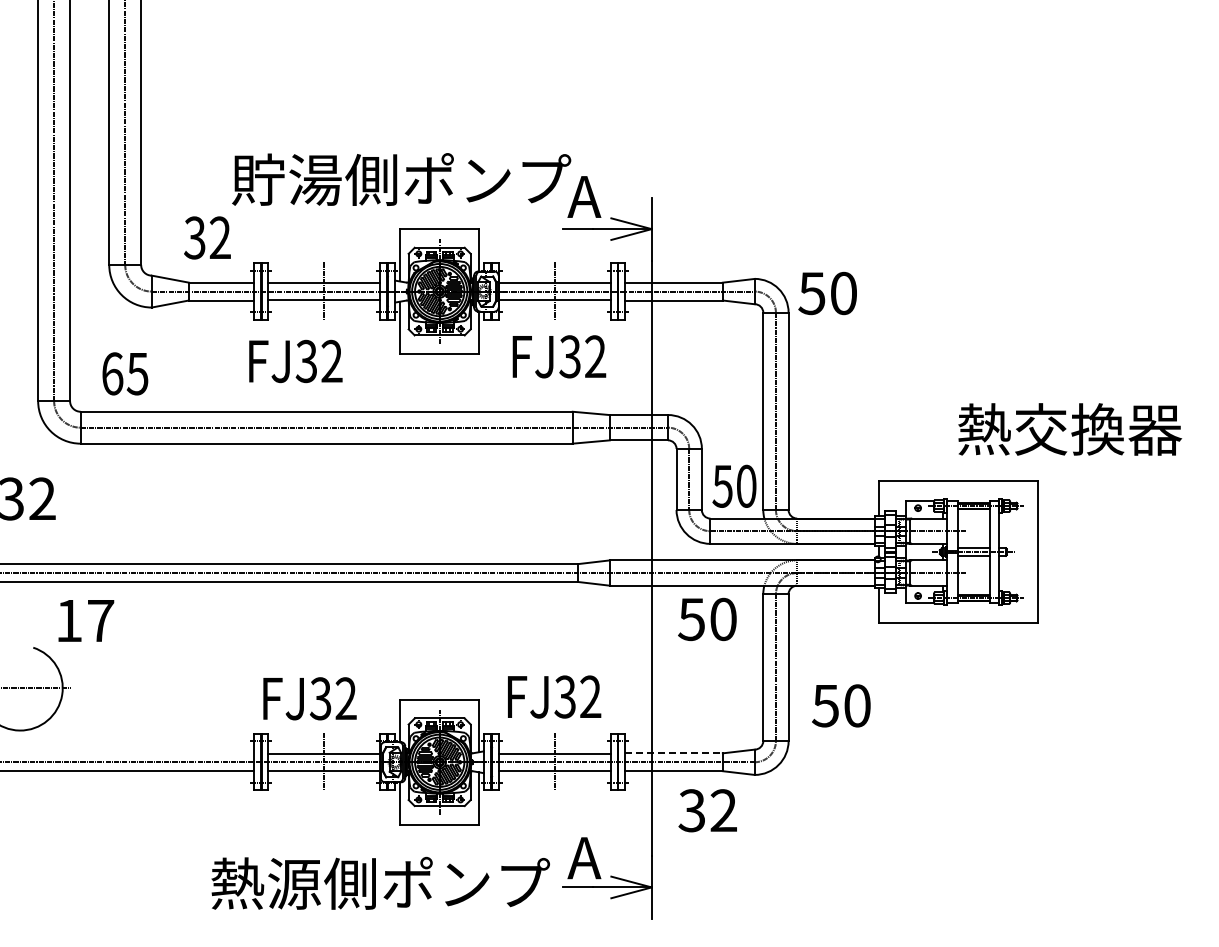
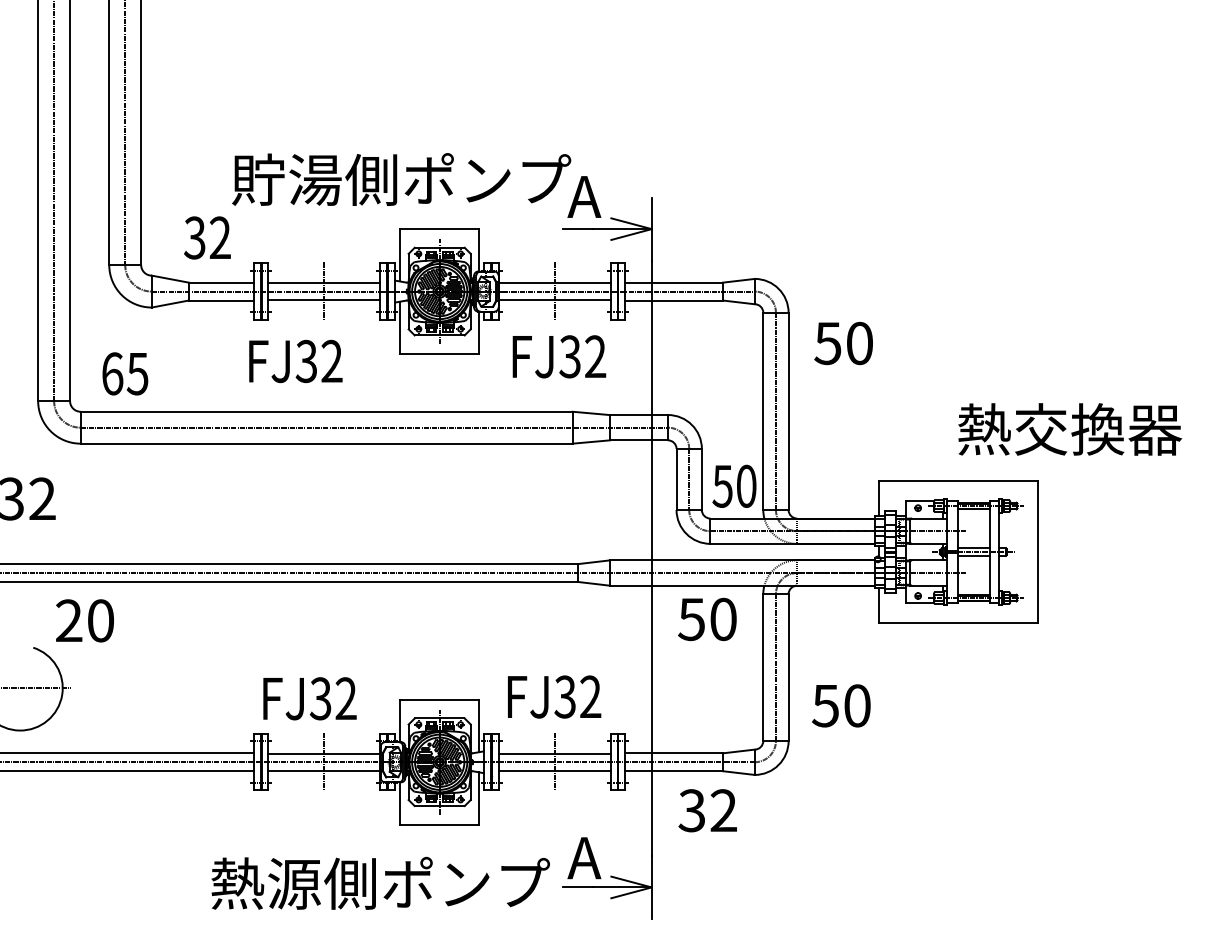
text at (827, 293) position: (827, 293) -> (843, 343)
text at (85, 620): 17 -> 20
line at (128, 753): none -> present
line at (673, 753): dashed -> solid
